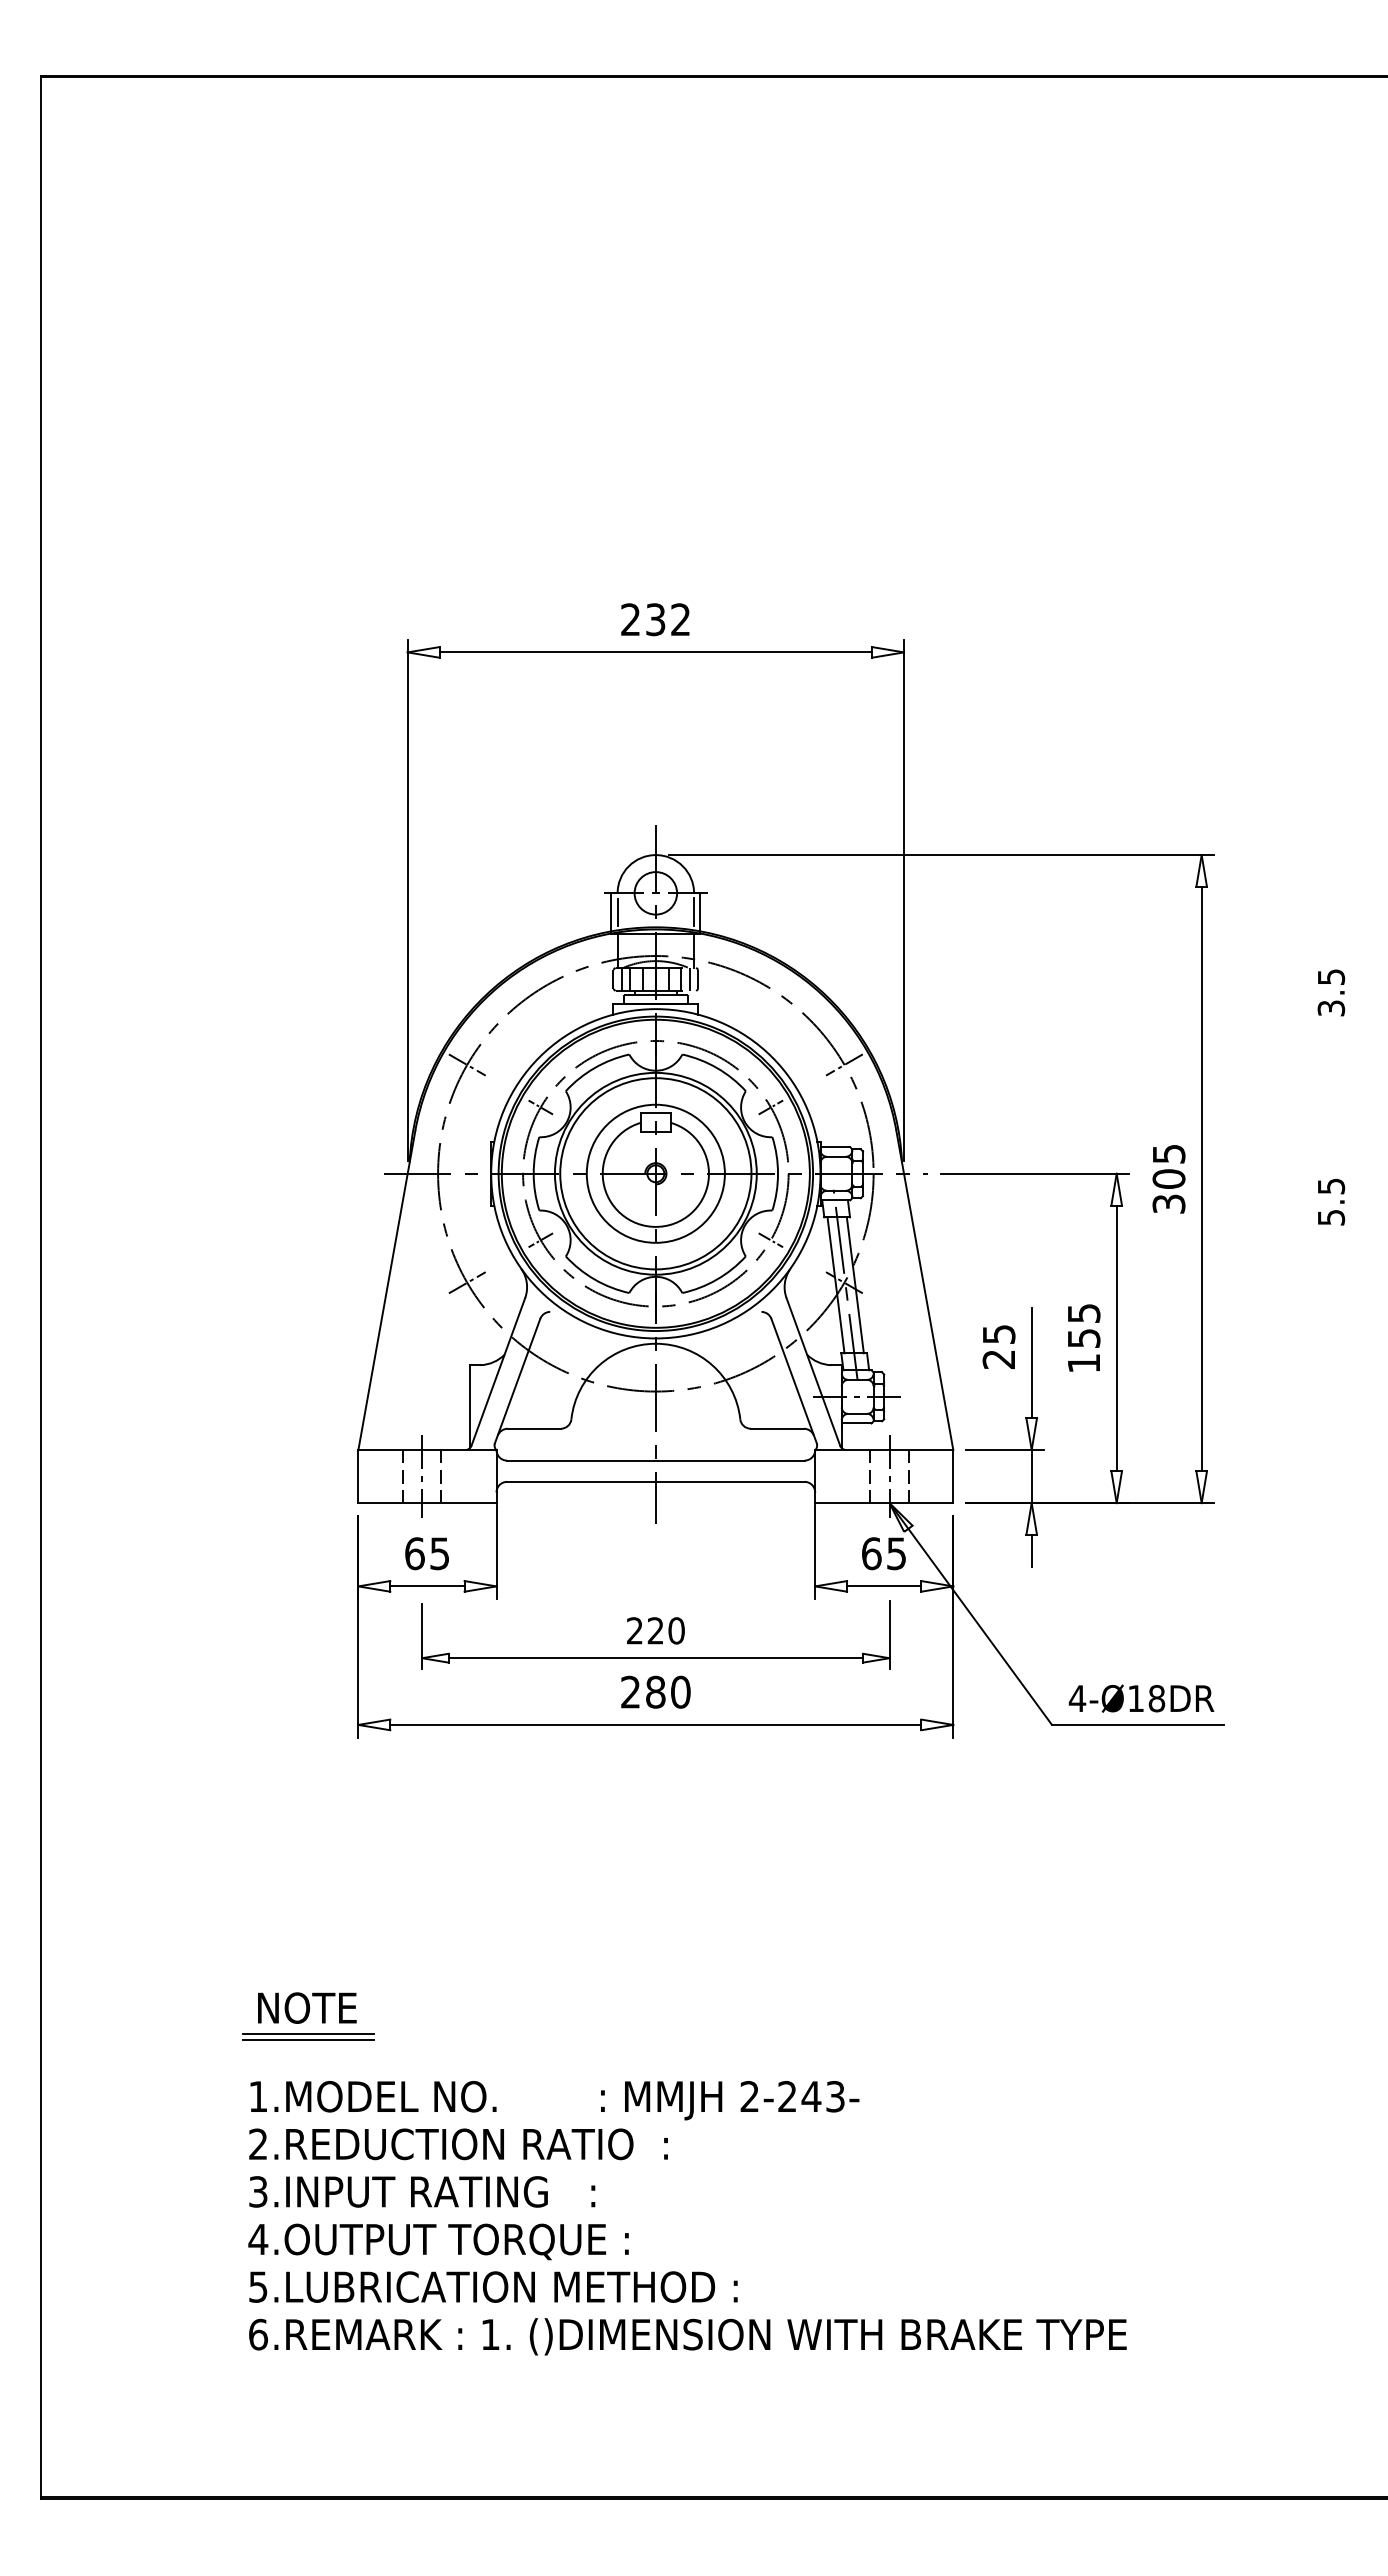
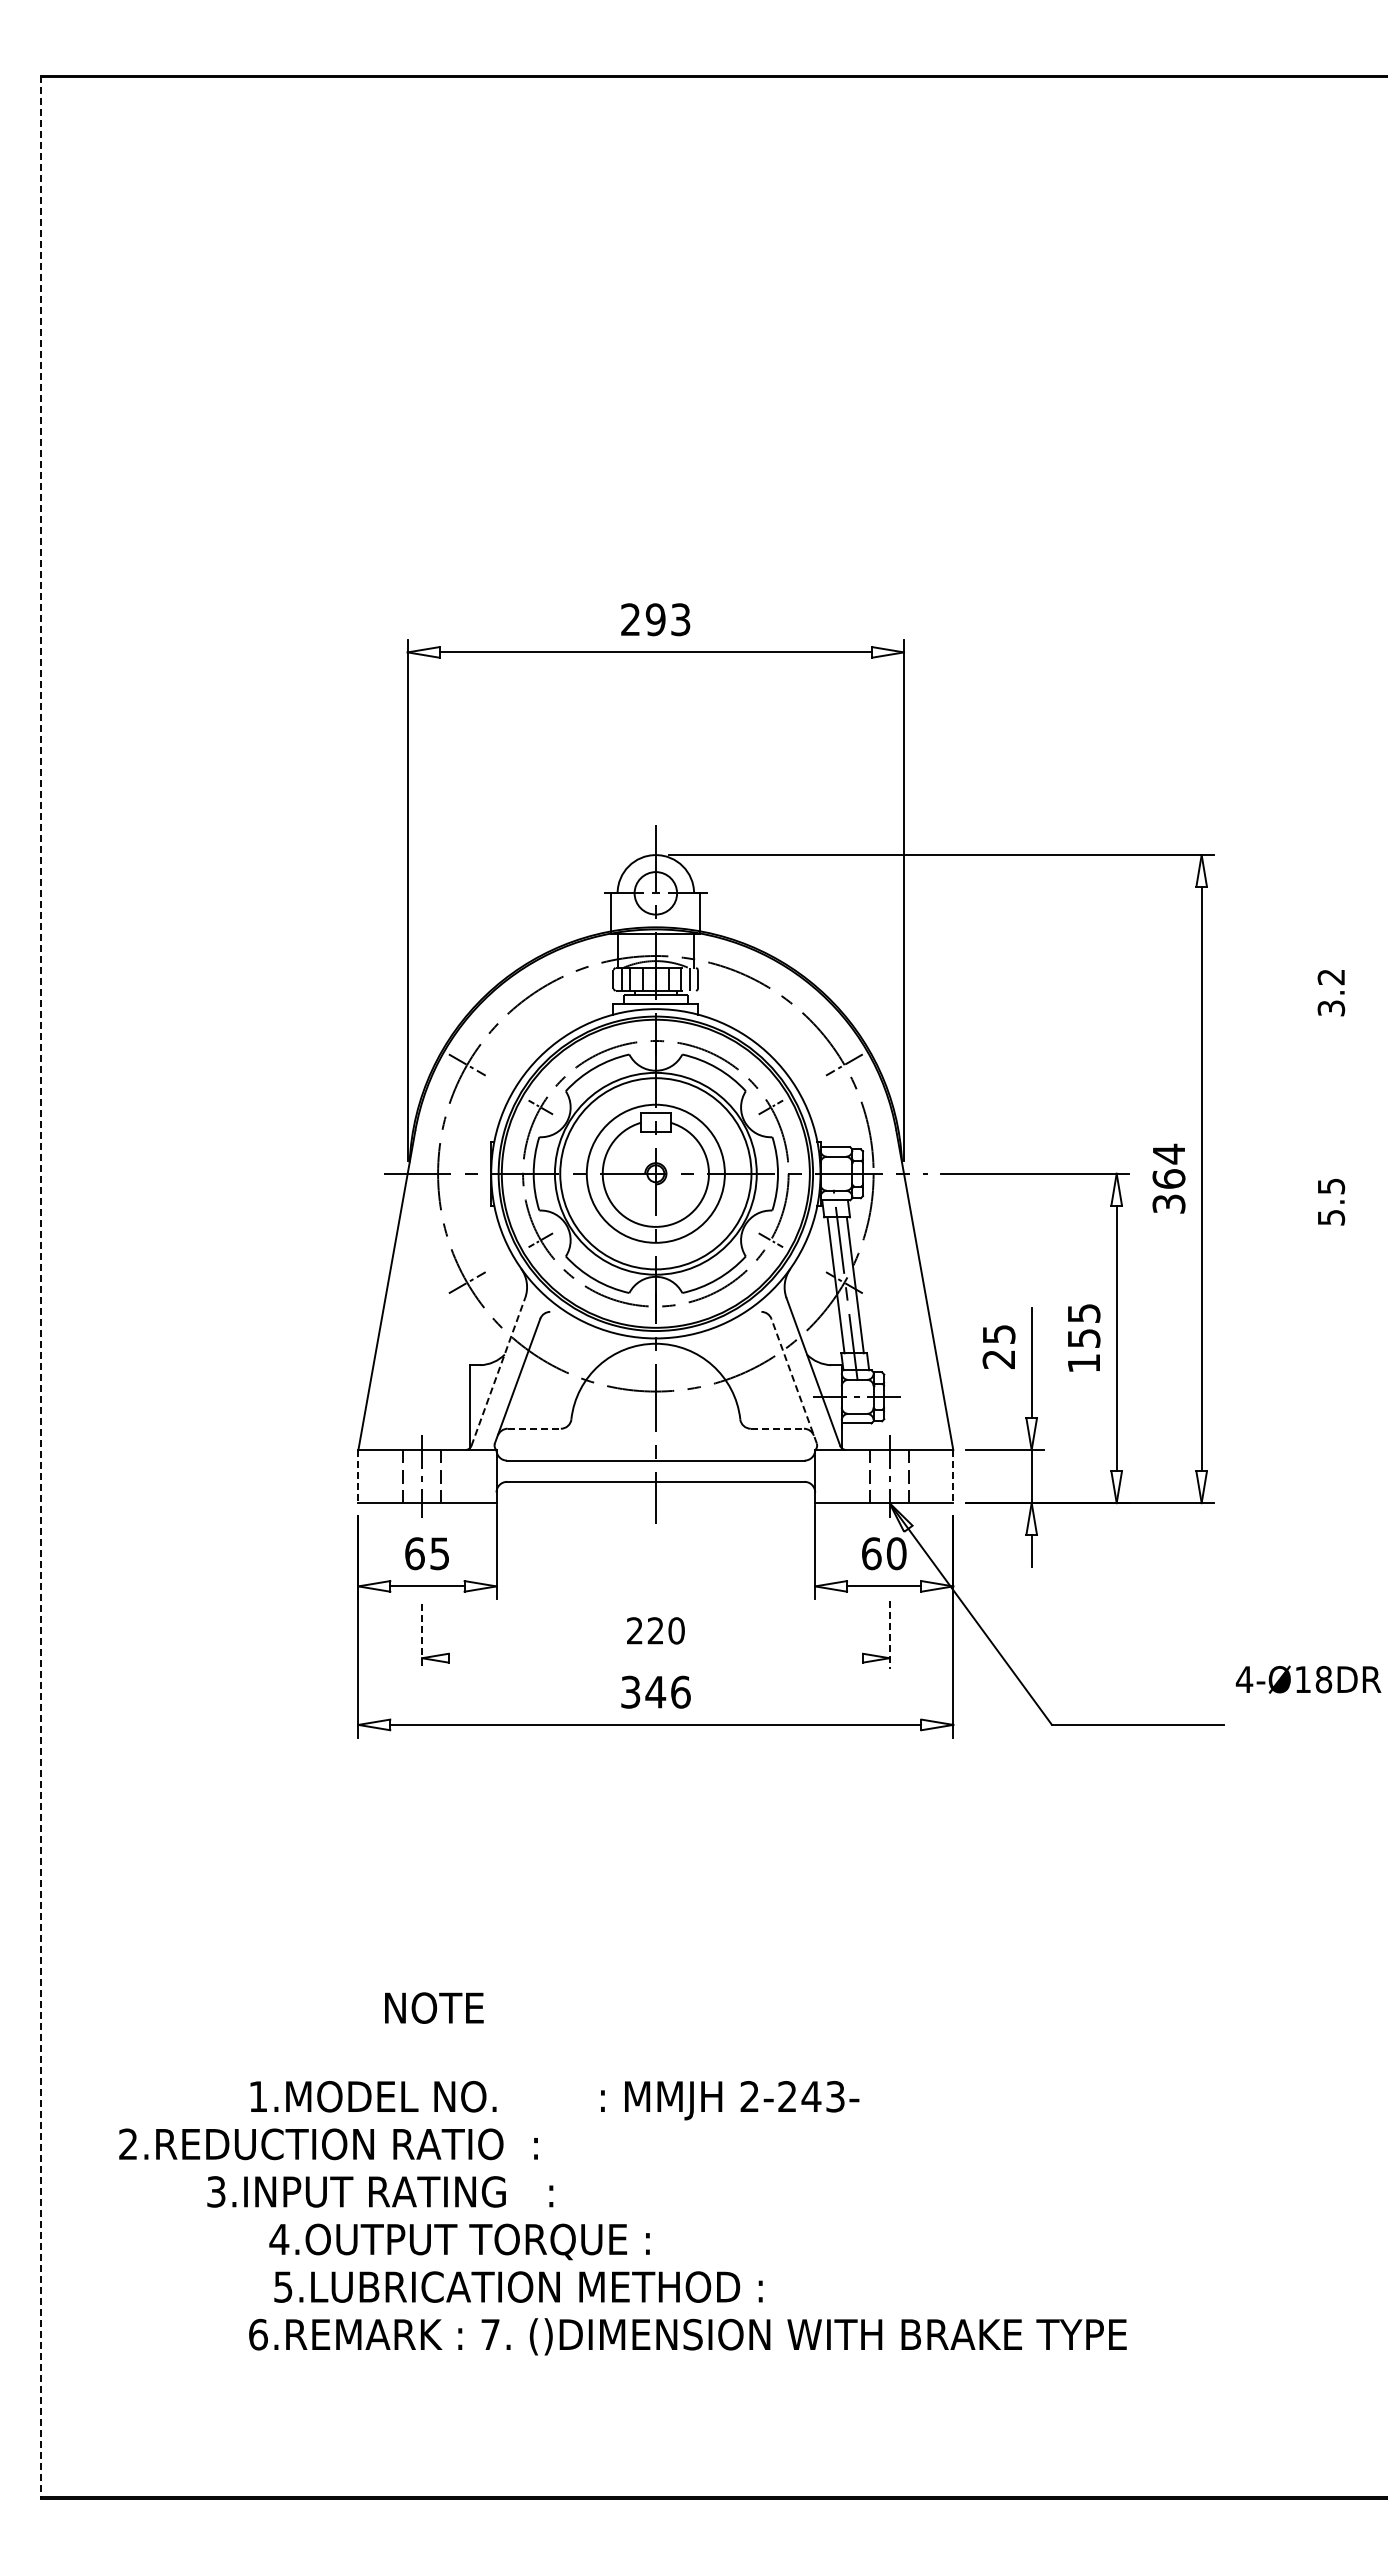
text at (667, 619): 232 -> 293
line at (617, 911): present -> none
line at (694, 912): present -> none
text at (1331, 977): 3.5 -> 3.2
text at (1168, 1165): 305 -> 364
line at (41, 1287): solid -> dashed
line at (498, 1372): solid -> dashed
line at (794, 1380): solid -> dashed
line at (534, 1428): solid -> dashed
line at (777, 1428): solid -> dashed
line at (358, 1476): solid -> dashed
line at (953, 1476): solid -> dashed
text at (896, 1553): 65 -> 60
line at (889, 1634): solid -> dashed
line at (422, 1636): solid -> dashed
line at (655, 1658): present -> none
text at (655, 1691): 280 -> 346
text at (1141, 1698) position: (1141, 1698) -> (1308, 1679)
text at (307, 2007) position: (307, 2007) -> (434, 2007)
line at (308, 2034): present -> none
line at (308, 2040): present -> none
text at (458, 2144) position: (458, 2144) -> (328, 2144)
text at (422, 2191) position: (422, 2191) -> (380, 2191)
text at (438, 2241) position: (438, 2241) -> (459, 2241)
text at (493, 2286) position: (493, 2286) -> (518, 2286)
text at (490, 2334): 1. -> 7.
